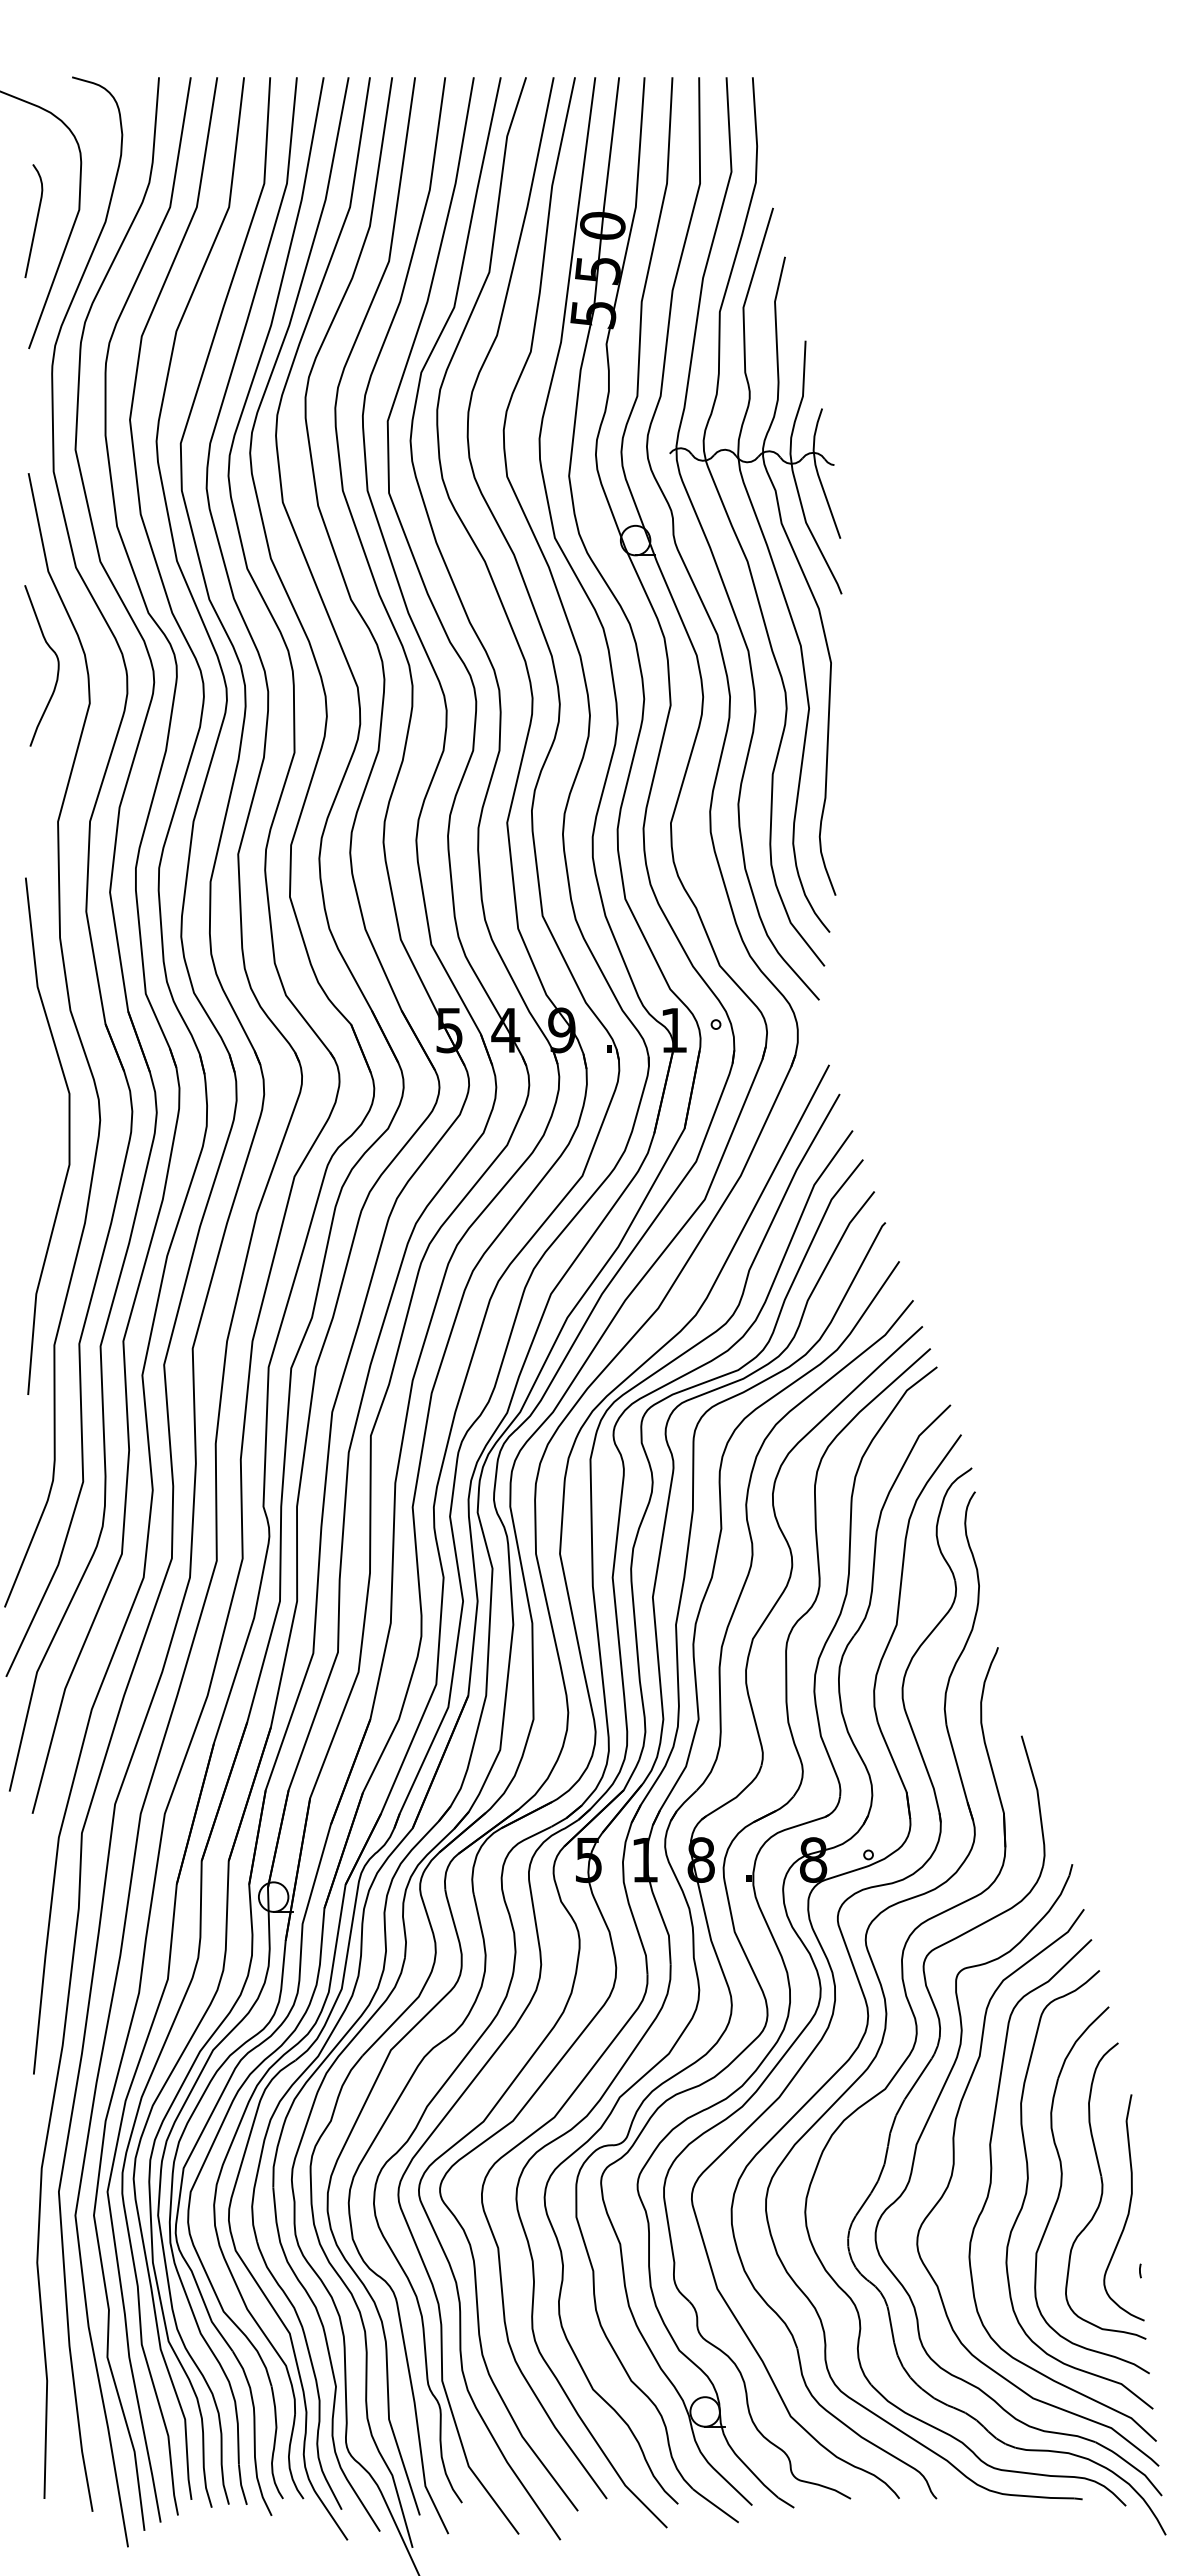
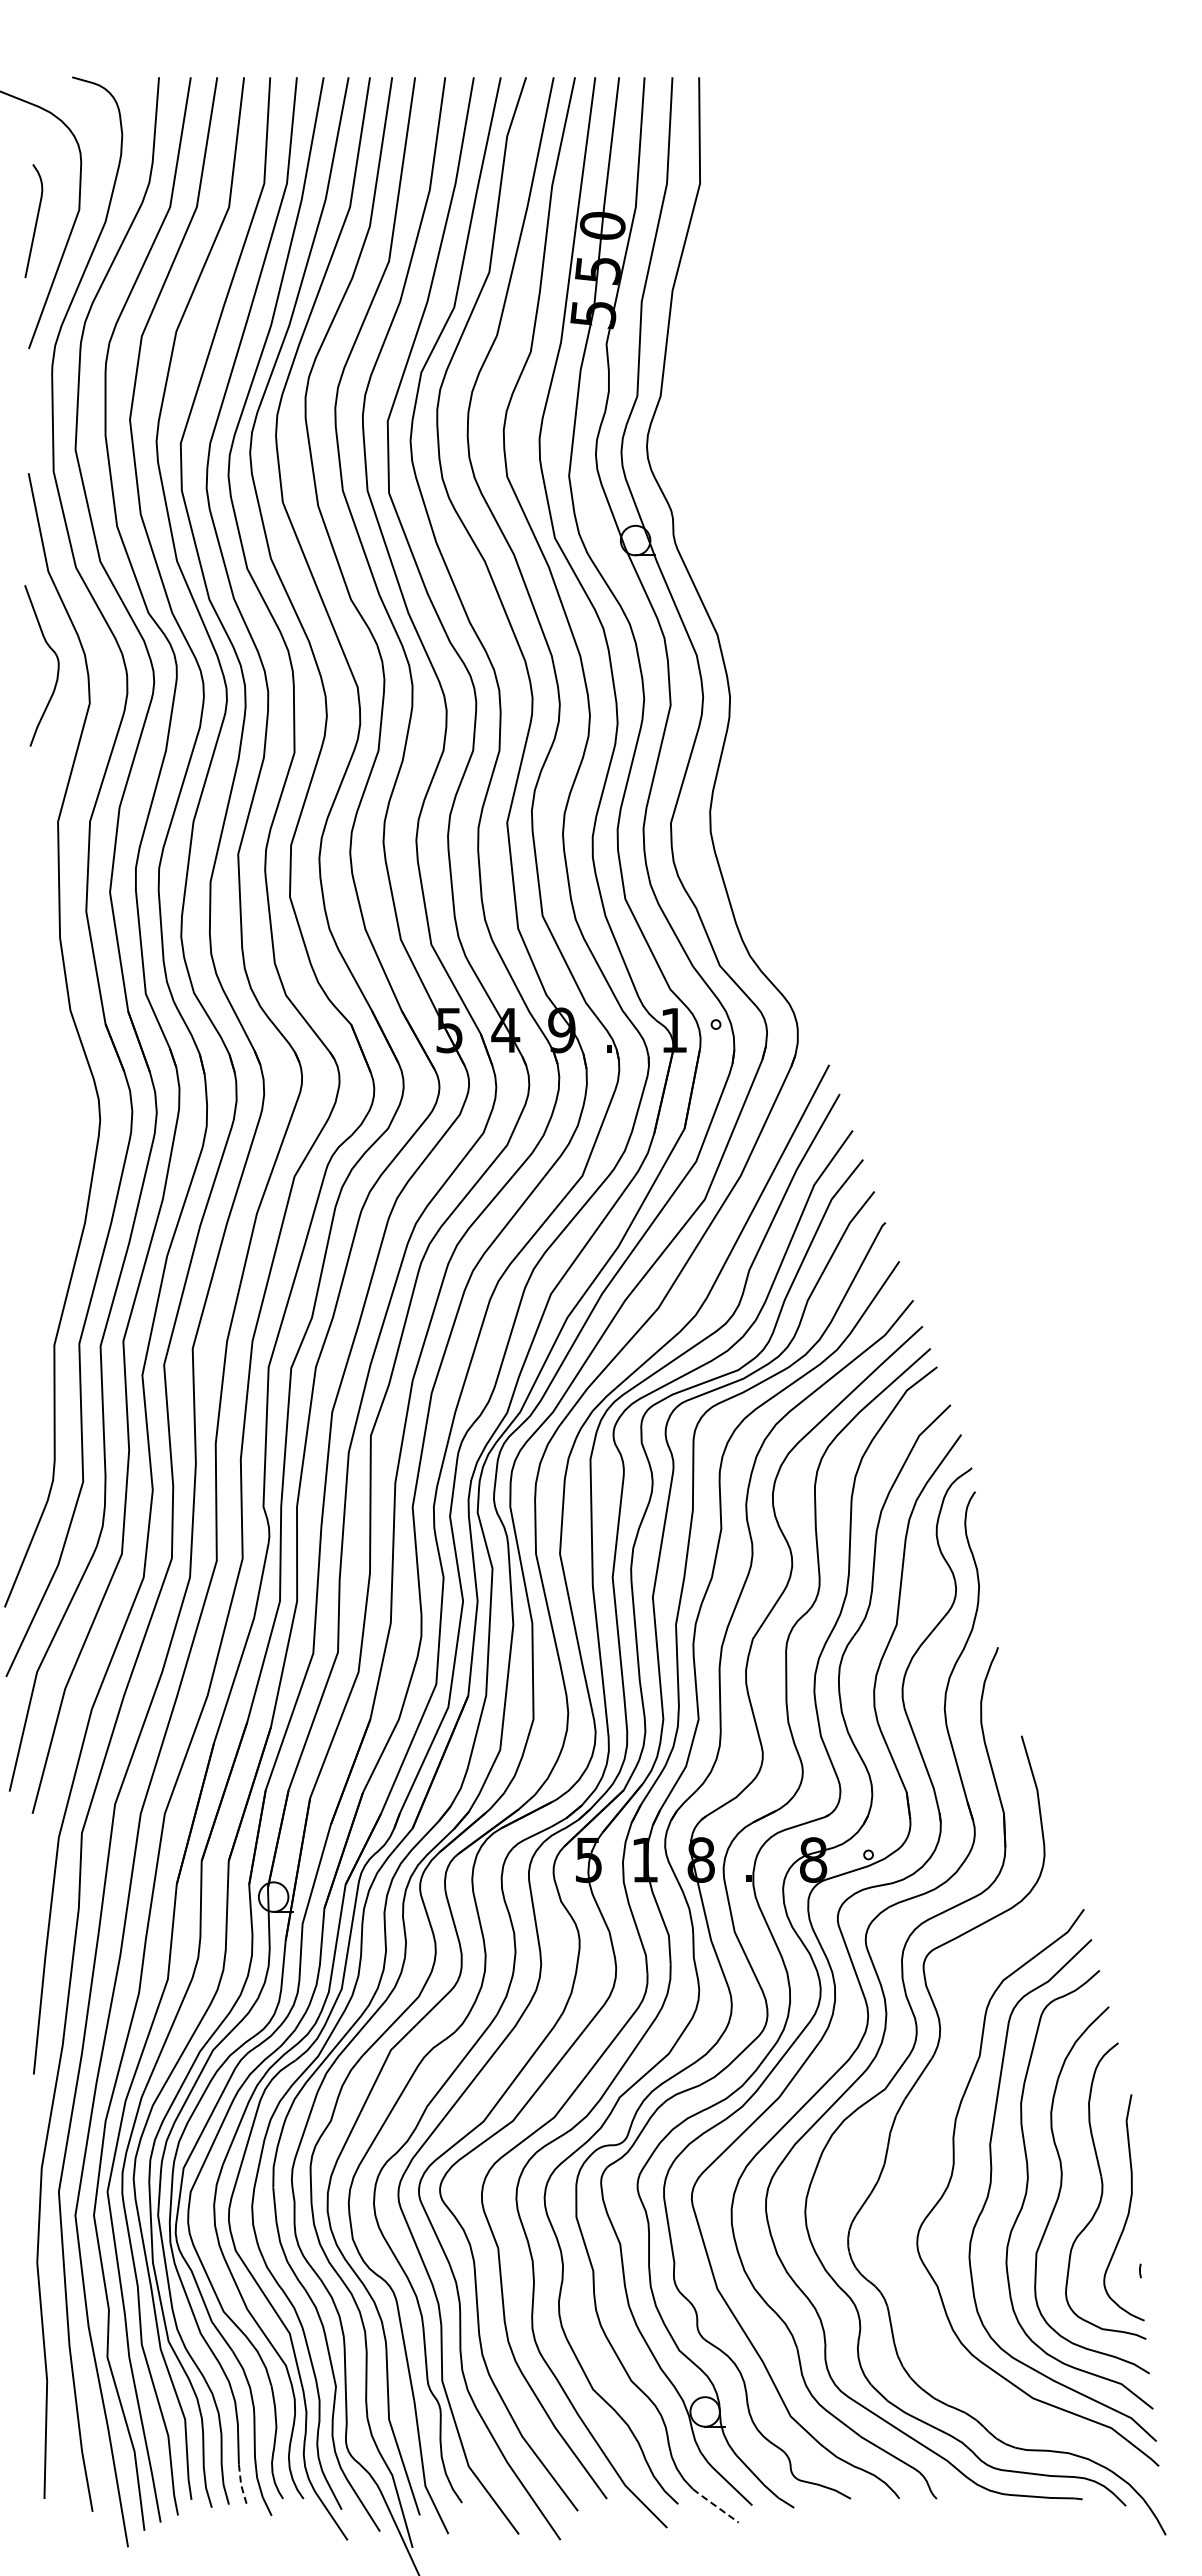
part at (762, 536): present -> none
curve at (68, 1135): present -> none
part at (915, 2157): present -> none
line at (241, 2485): solid -> dashed
line at (715, 2505): solid -> dashed
